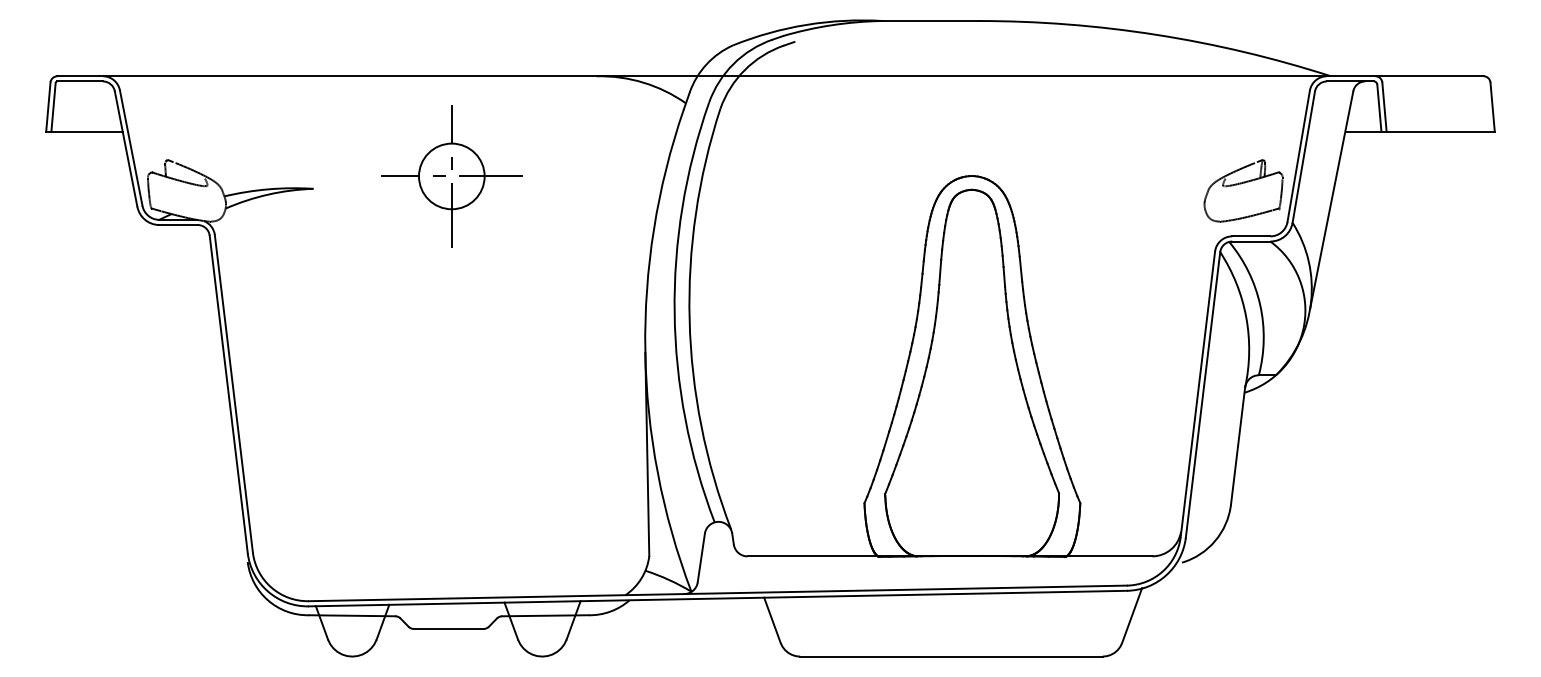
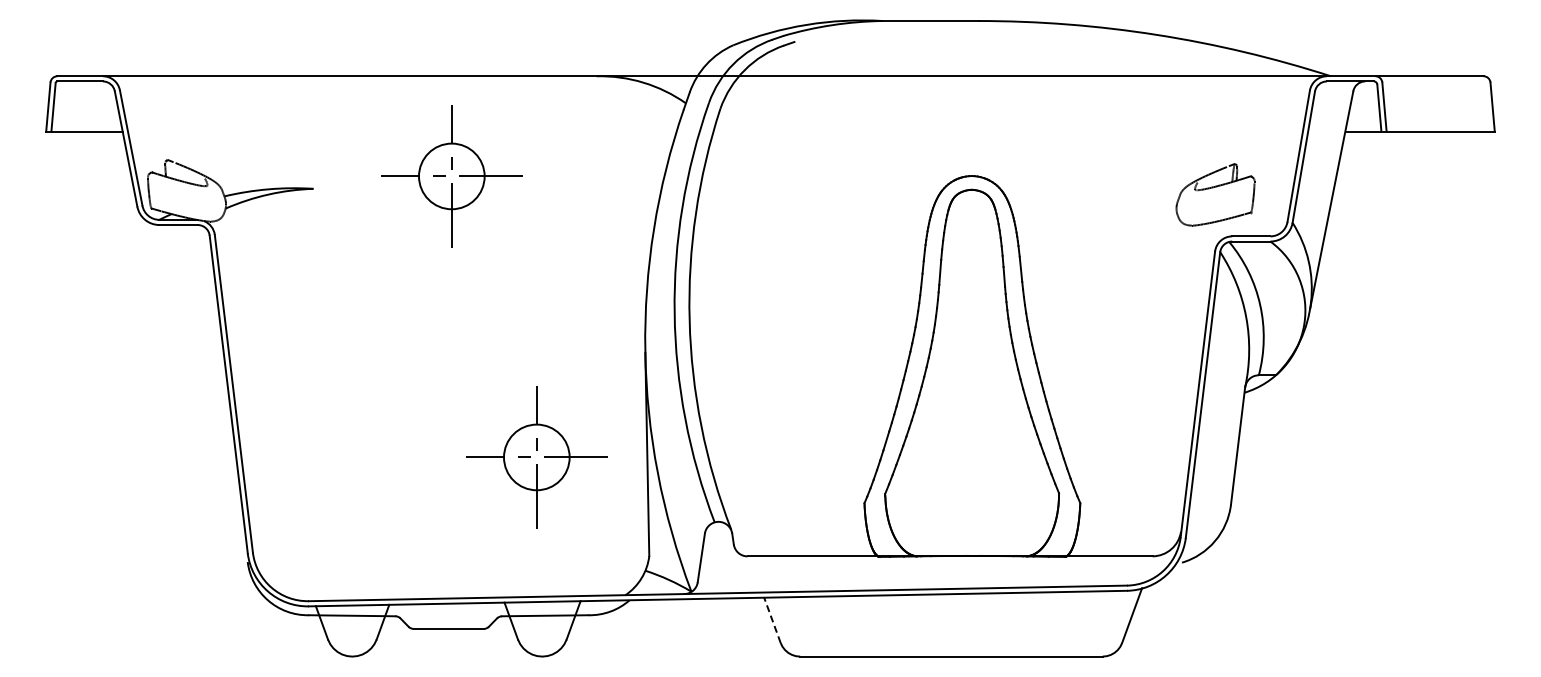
part at (1243, 190) position: (1243, 190) -> (1215, 194)
part at (536, 457): none -> present
line at (772, 619): solid -> dashed
